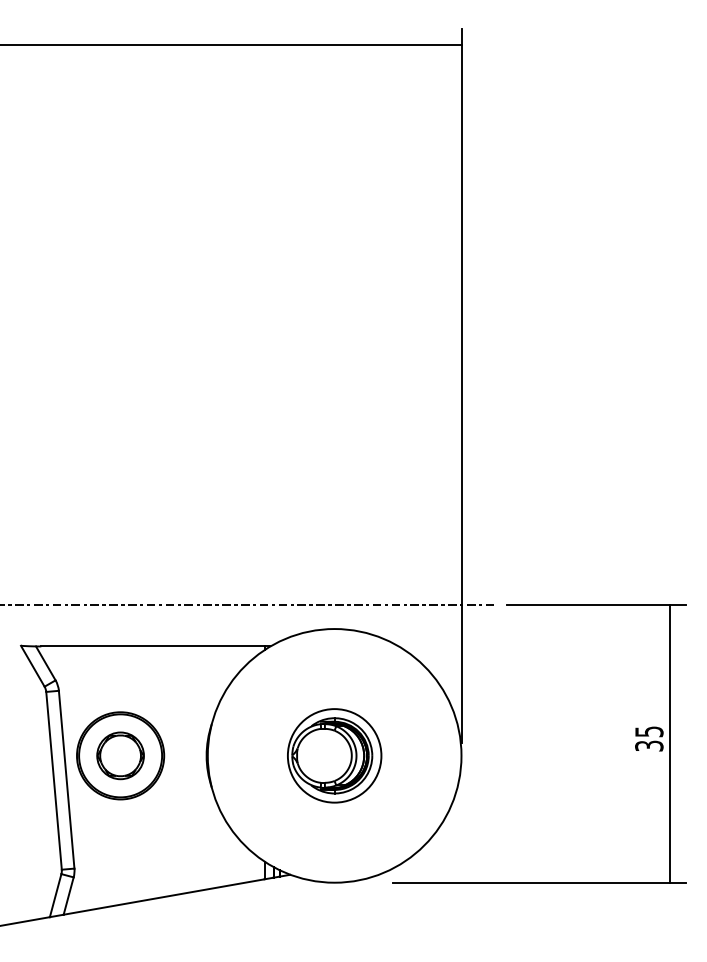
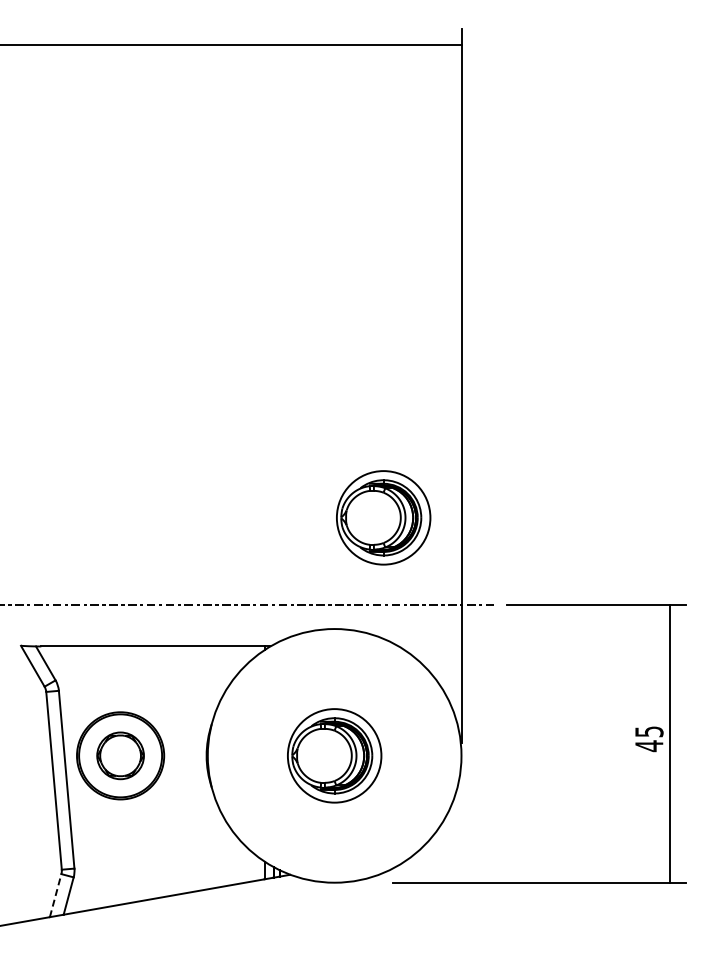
part at (383, 517): none -> present
text at (649, 746): 35 -> 45
line at (55, 895): solid -> dashed
